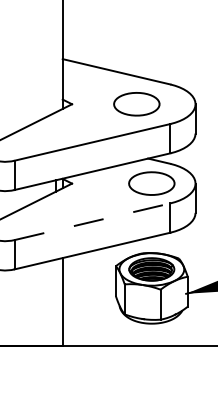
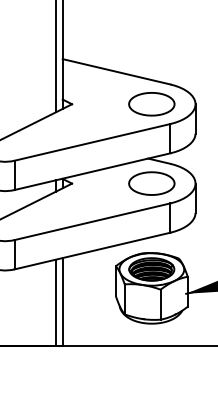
line at (56, 57): none -> present
part at (136, 104) position: (136, 104) -> (151, 104)
line at (93, 221): dashed -> solid
line at (56, 302): none -> present
